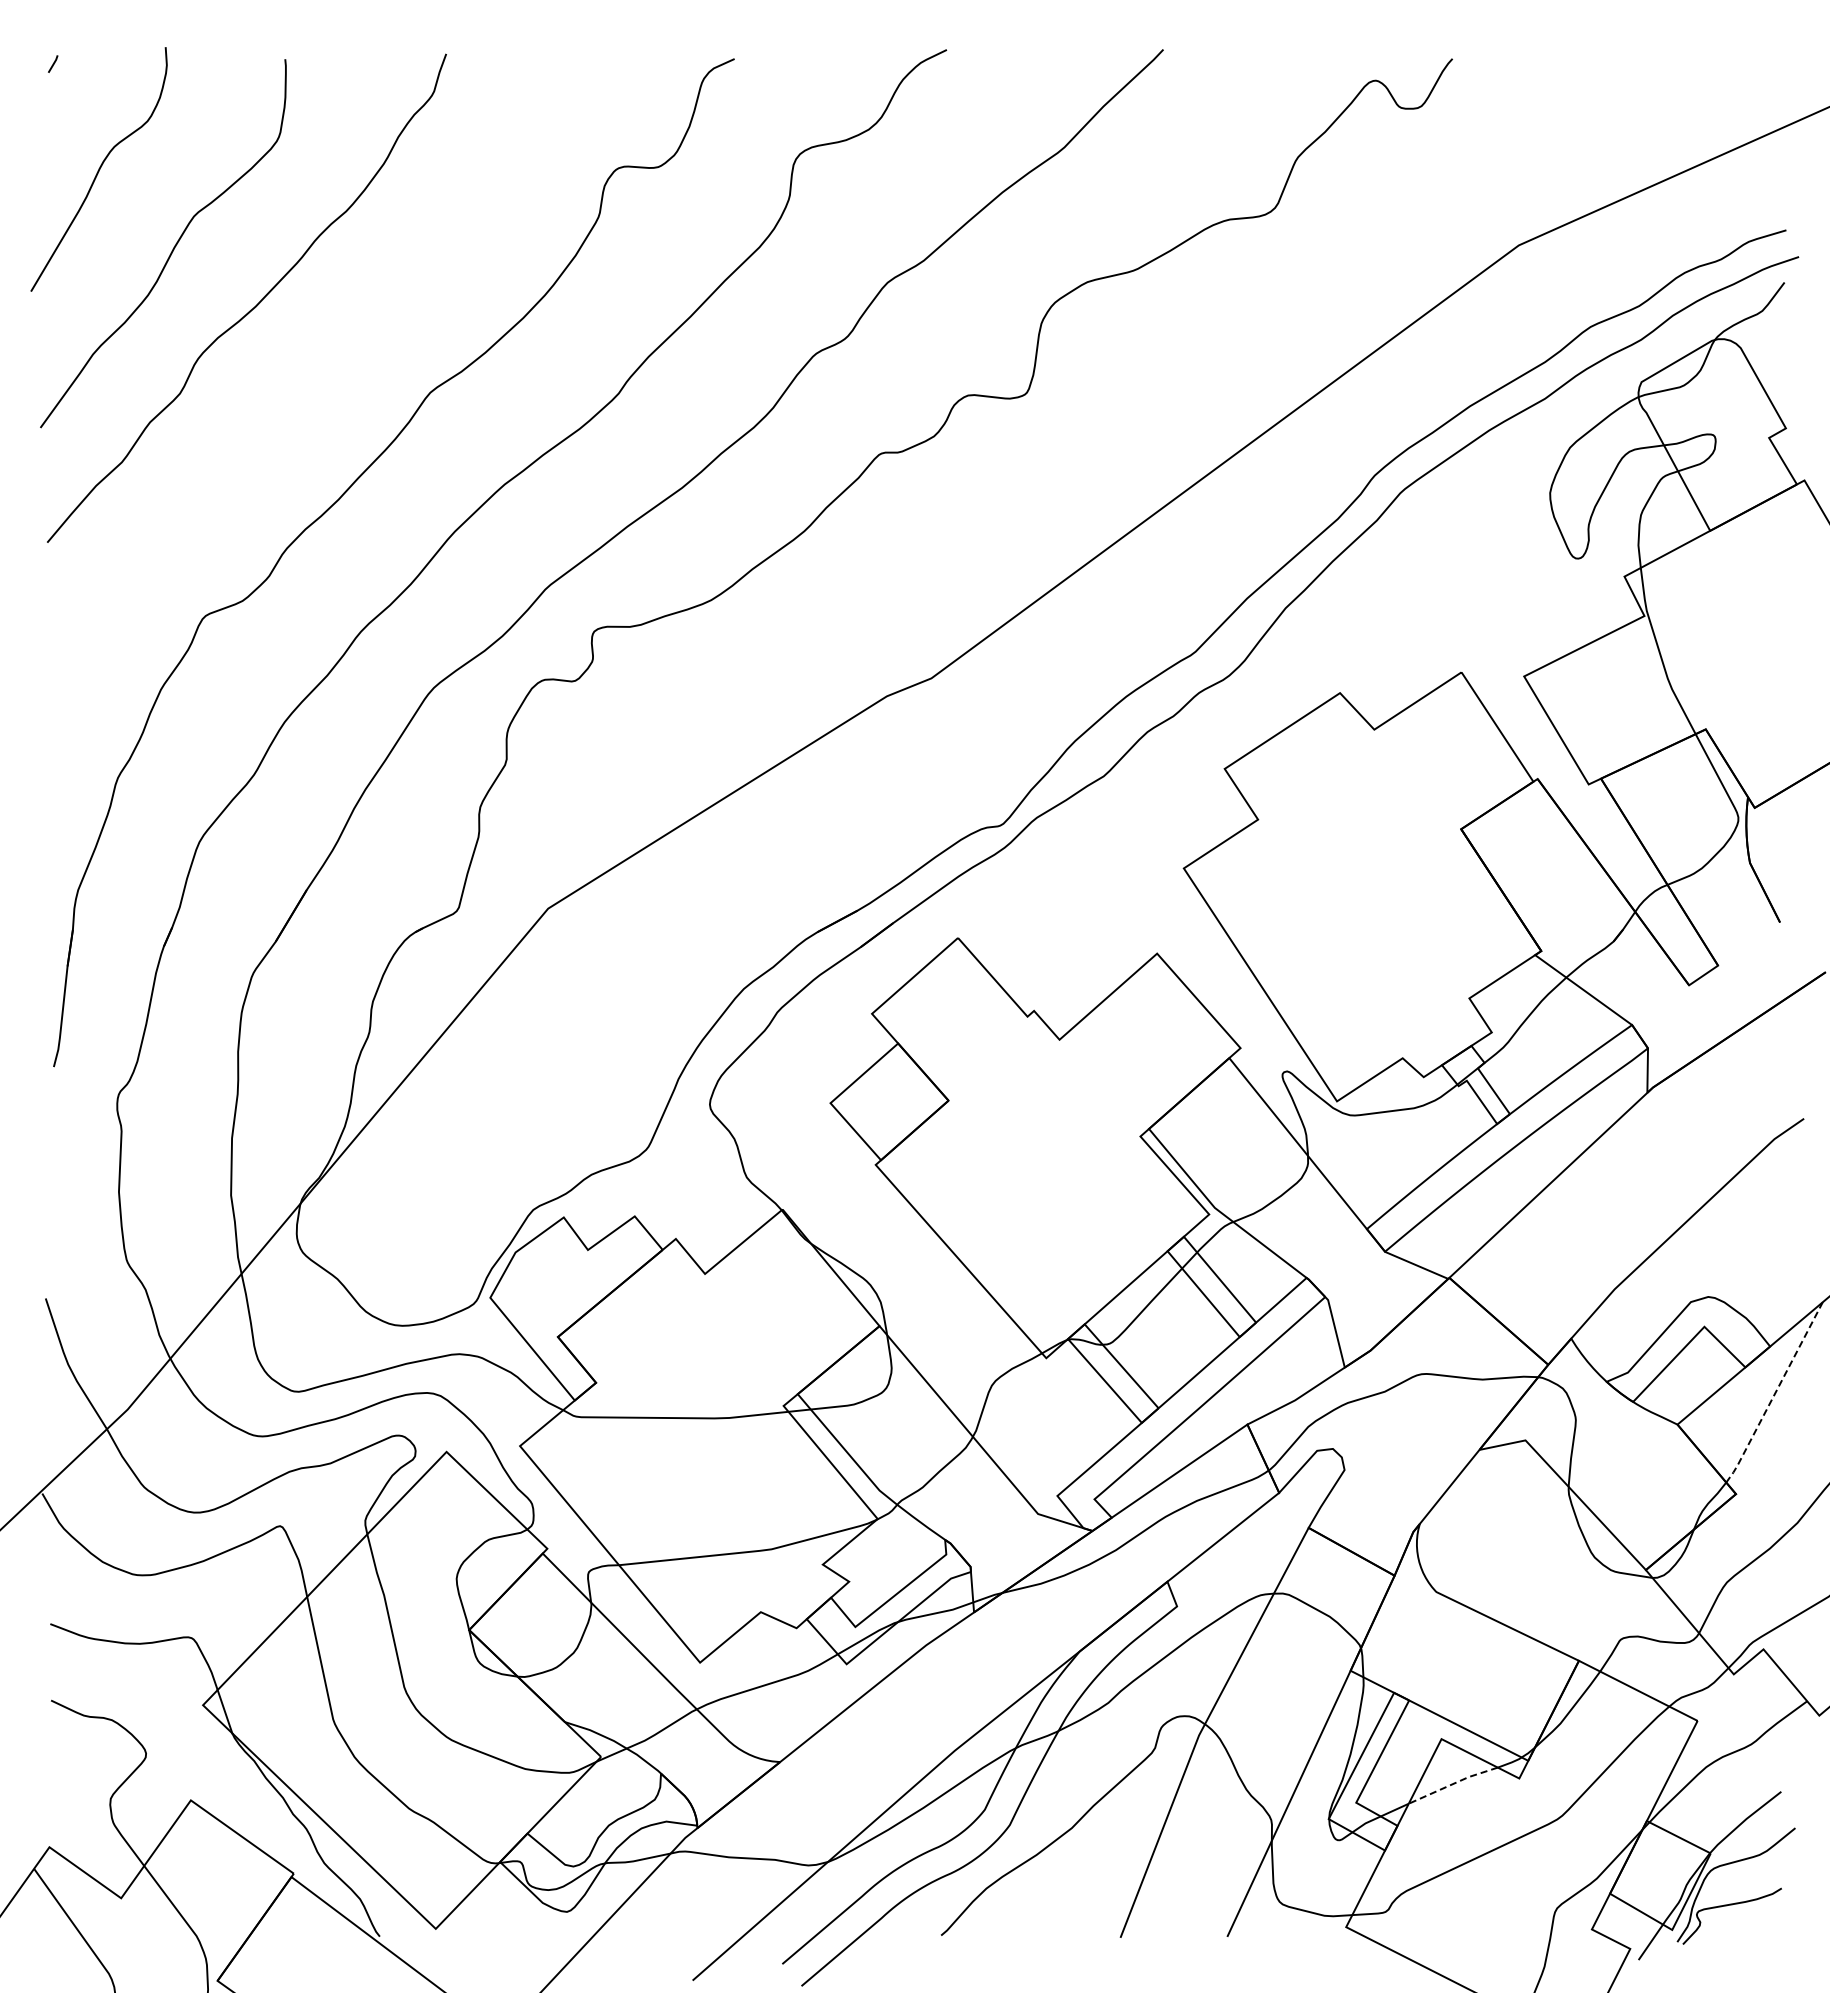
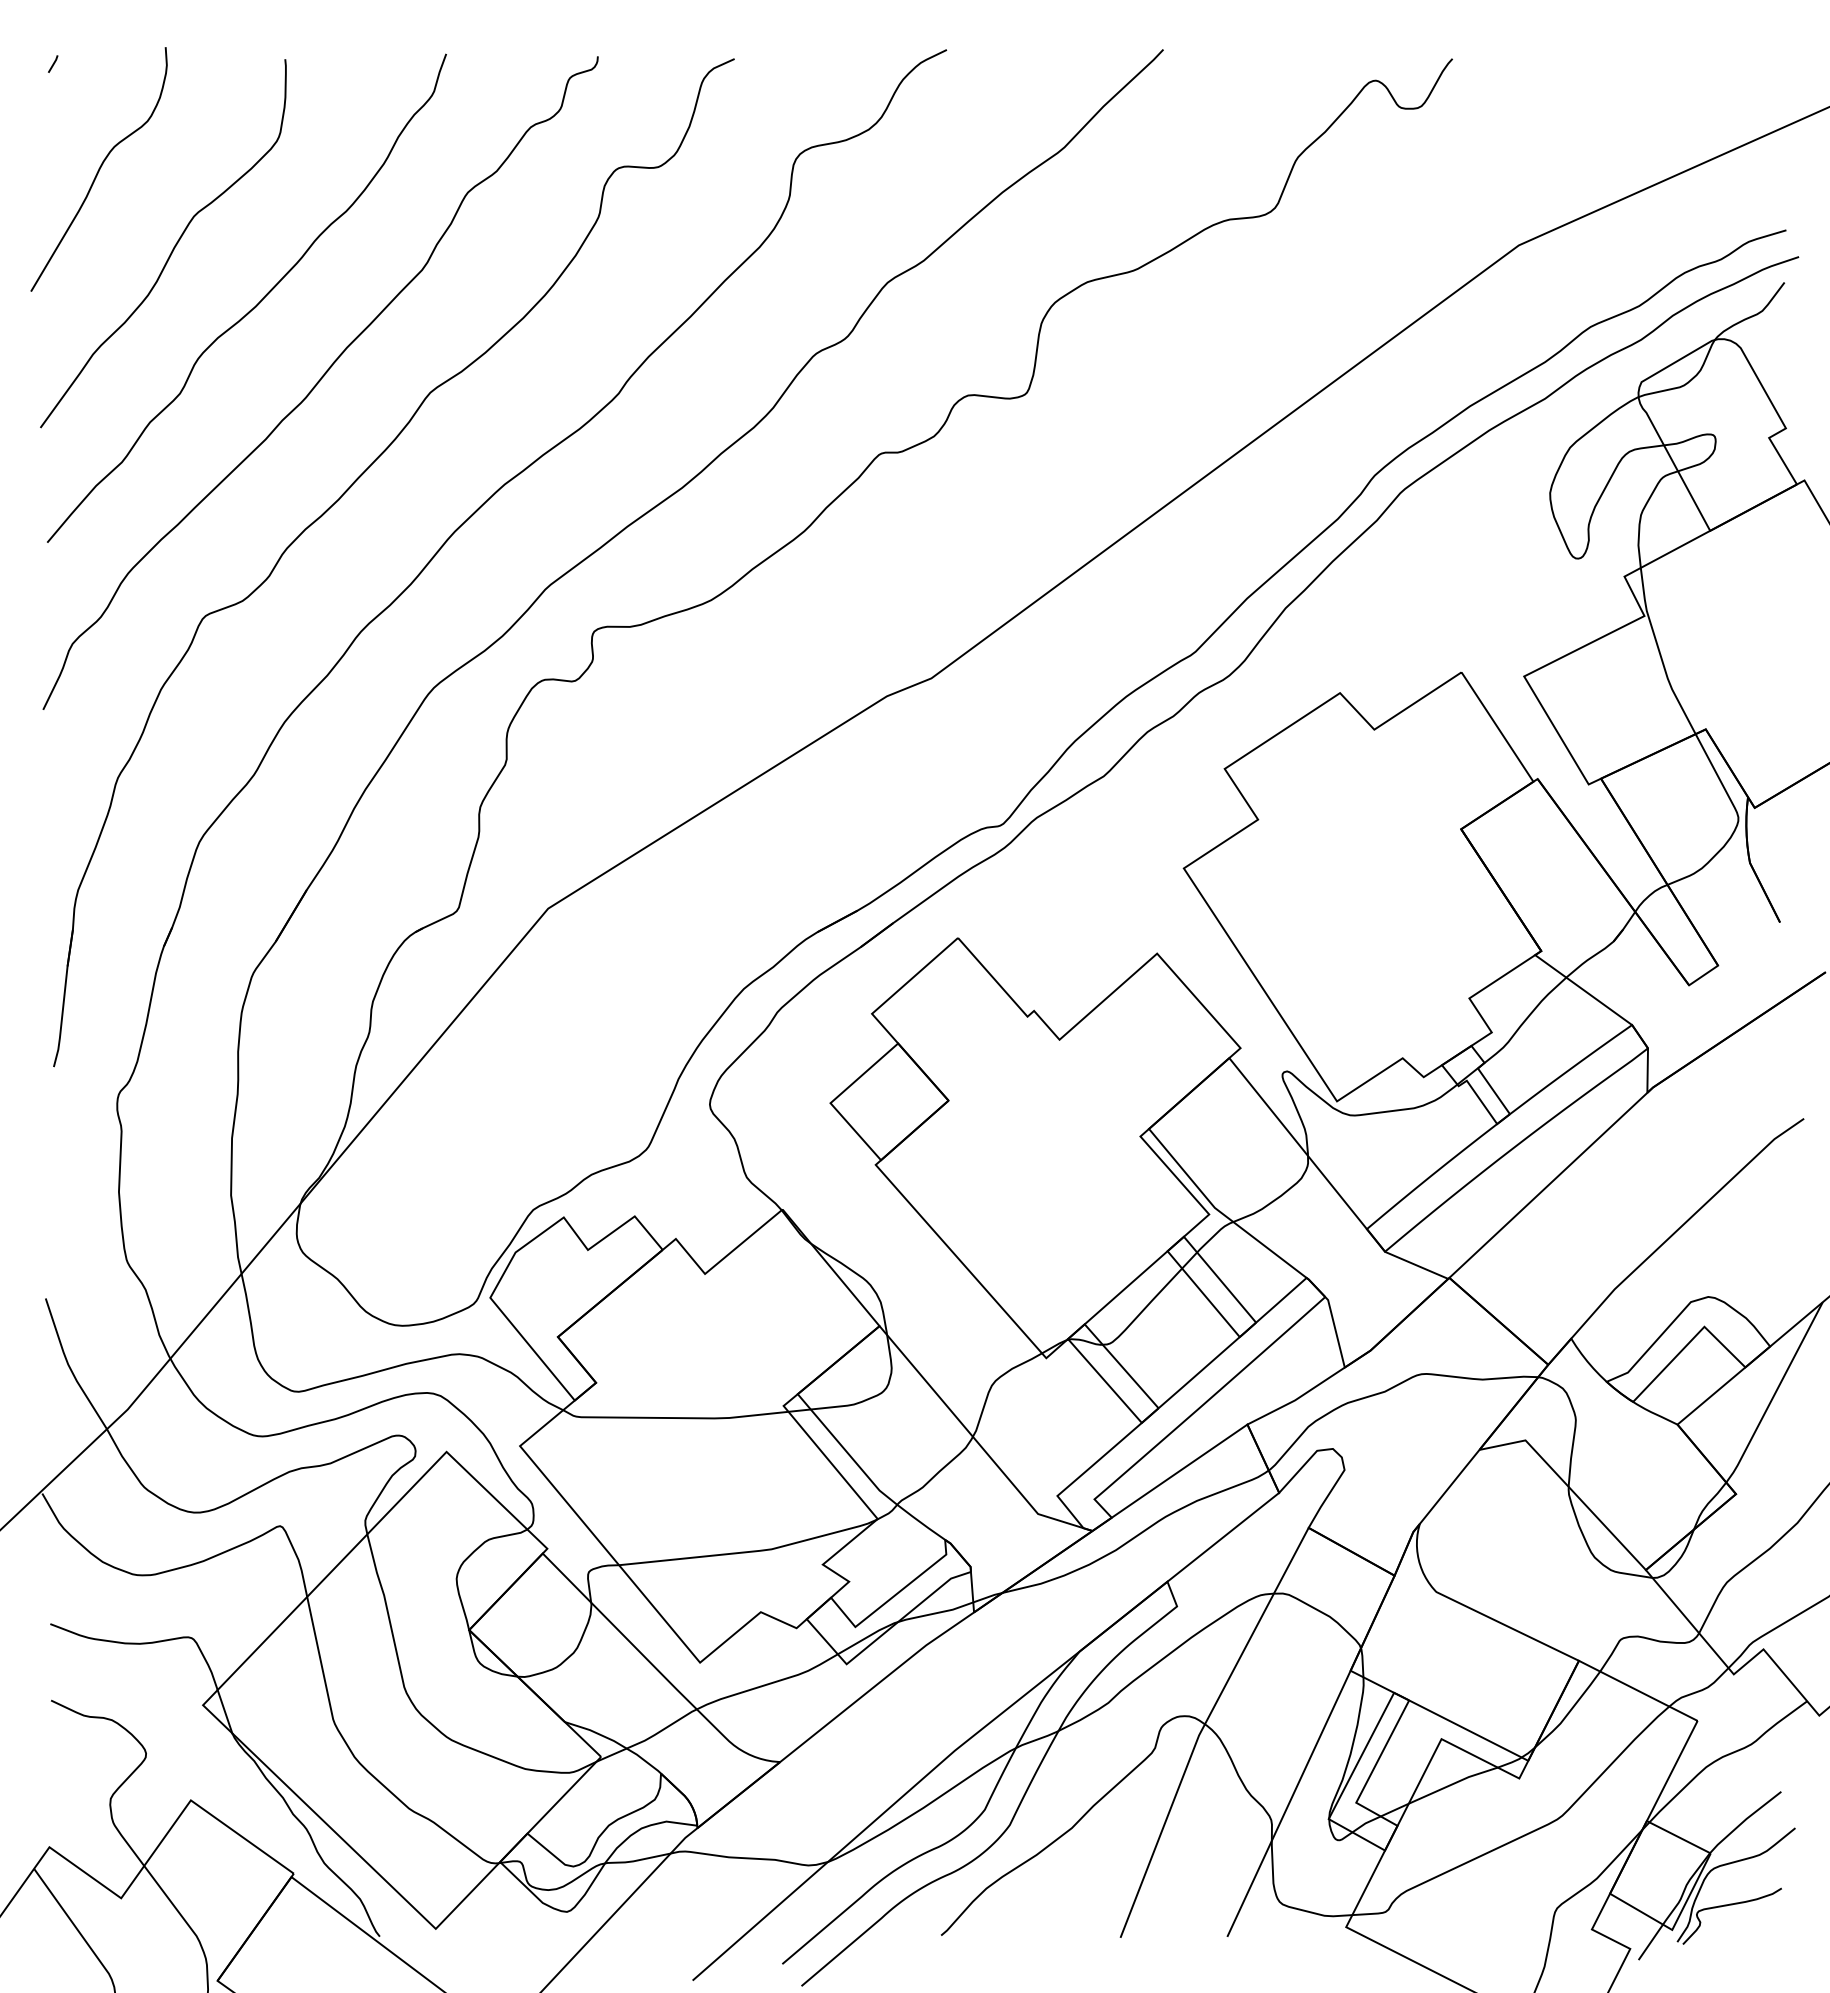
curve at (320, 381): none -> present
line at (1774, 1394): dashed -> solid
line at (1453, 1783): dashed -> solid
